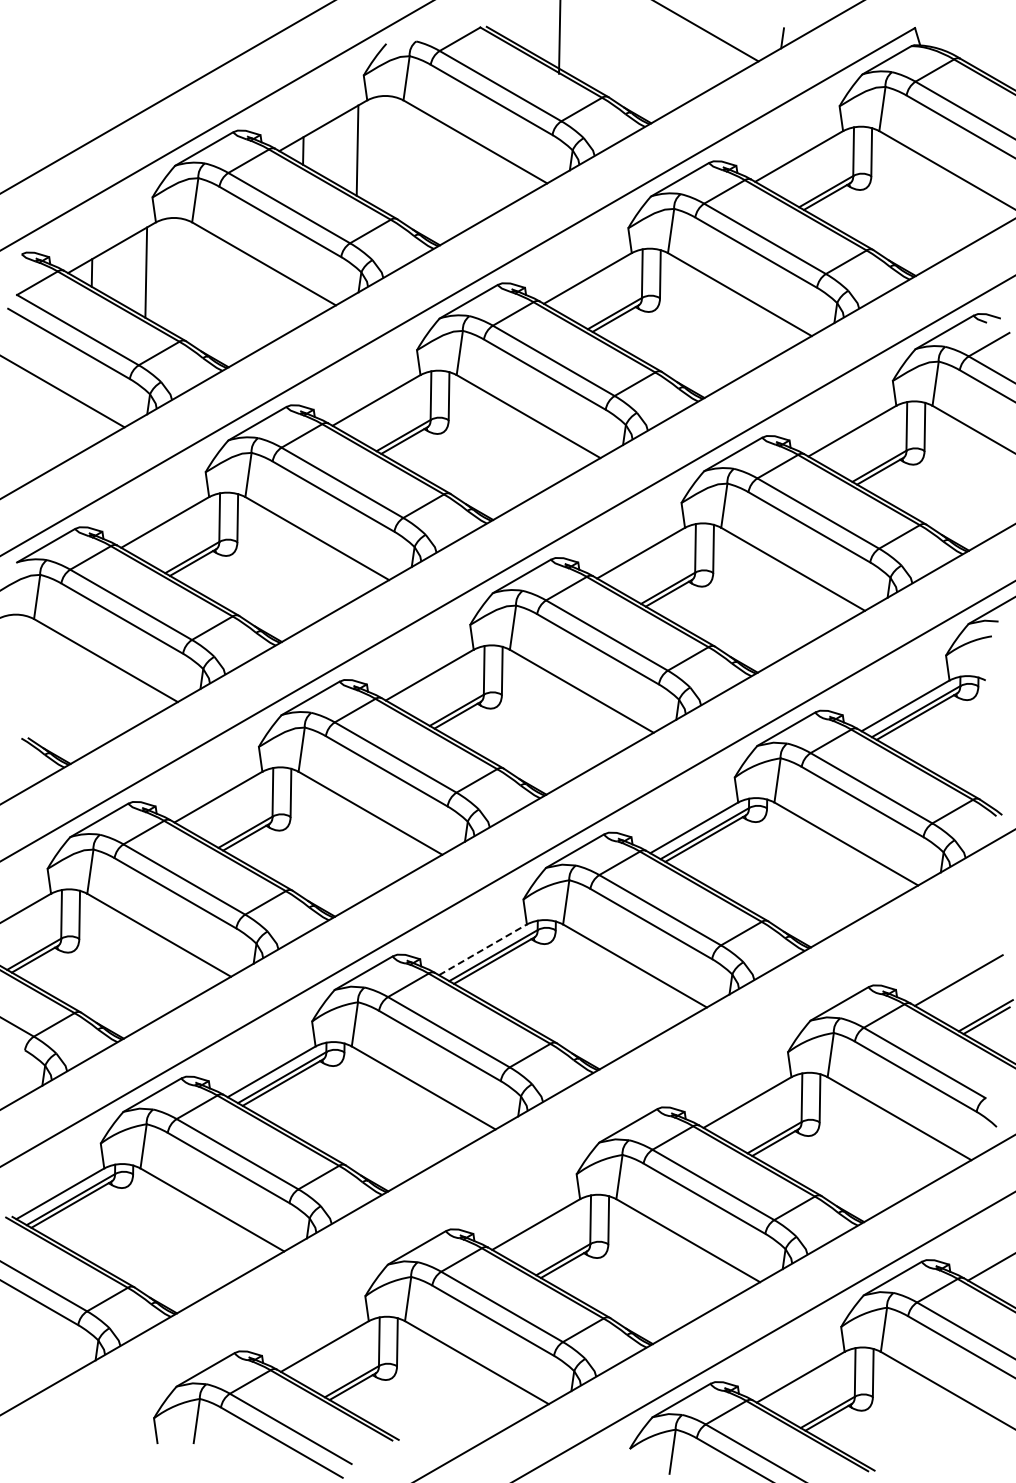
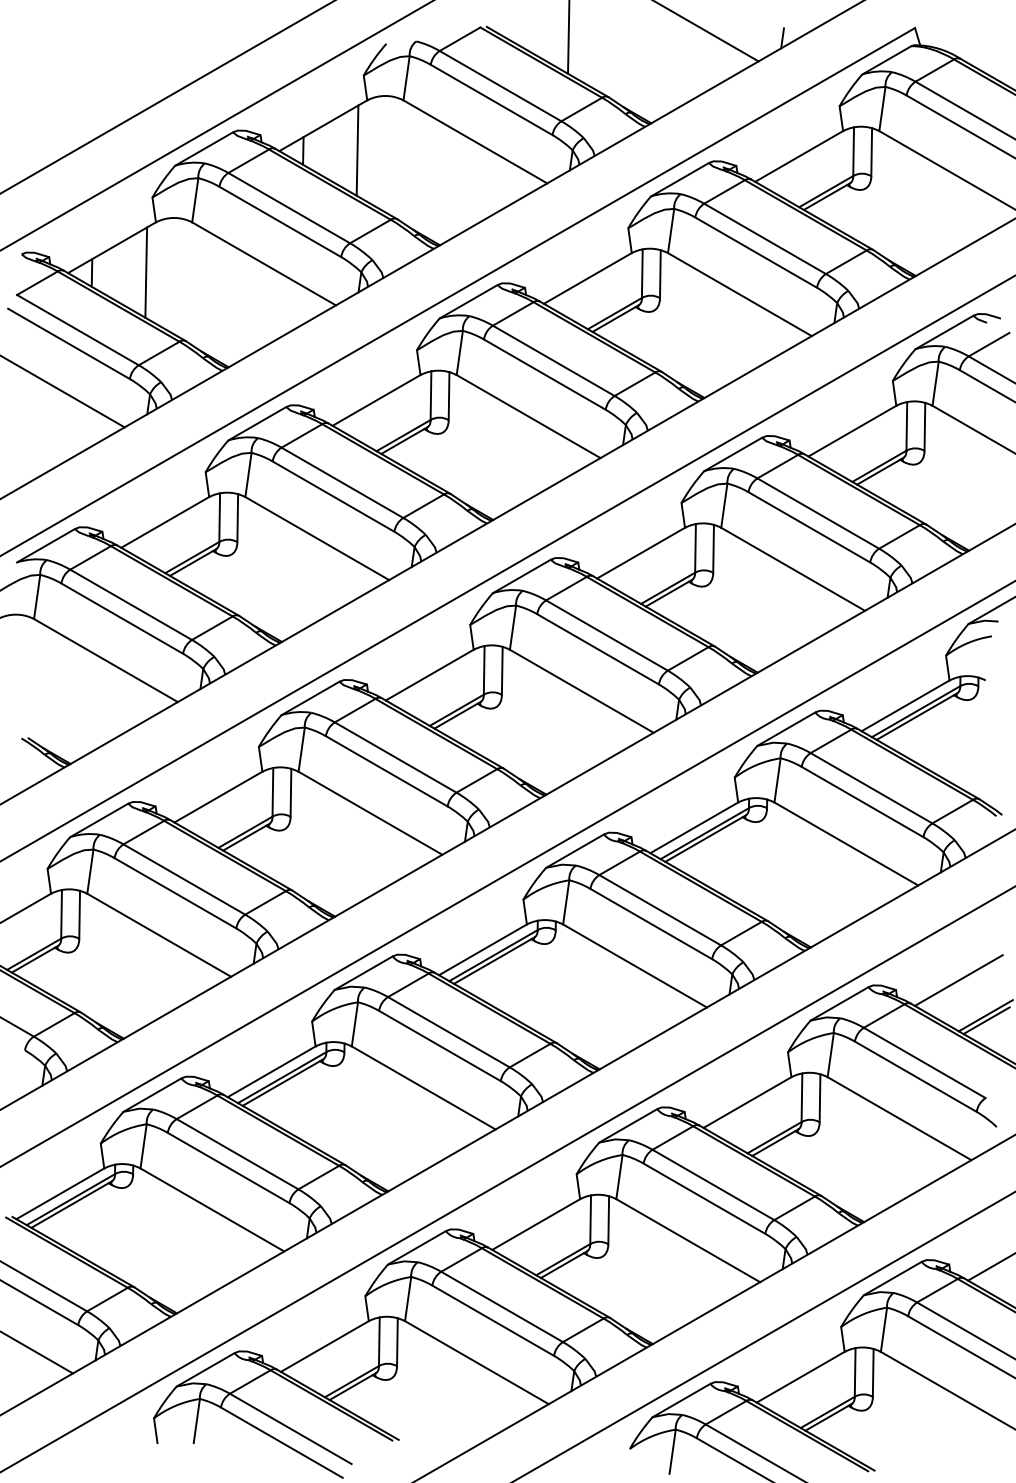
line at (559, 37) position: (559, 37) -> (568, 37)
line at (482, 949): dashed -> solid
line at (507, 1179): none -> present
line at (37, 1352): none -> present
